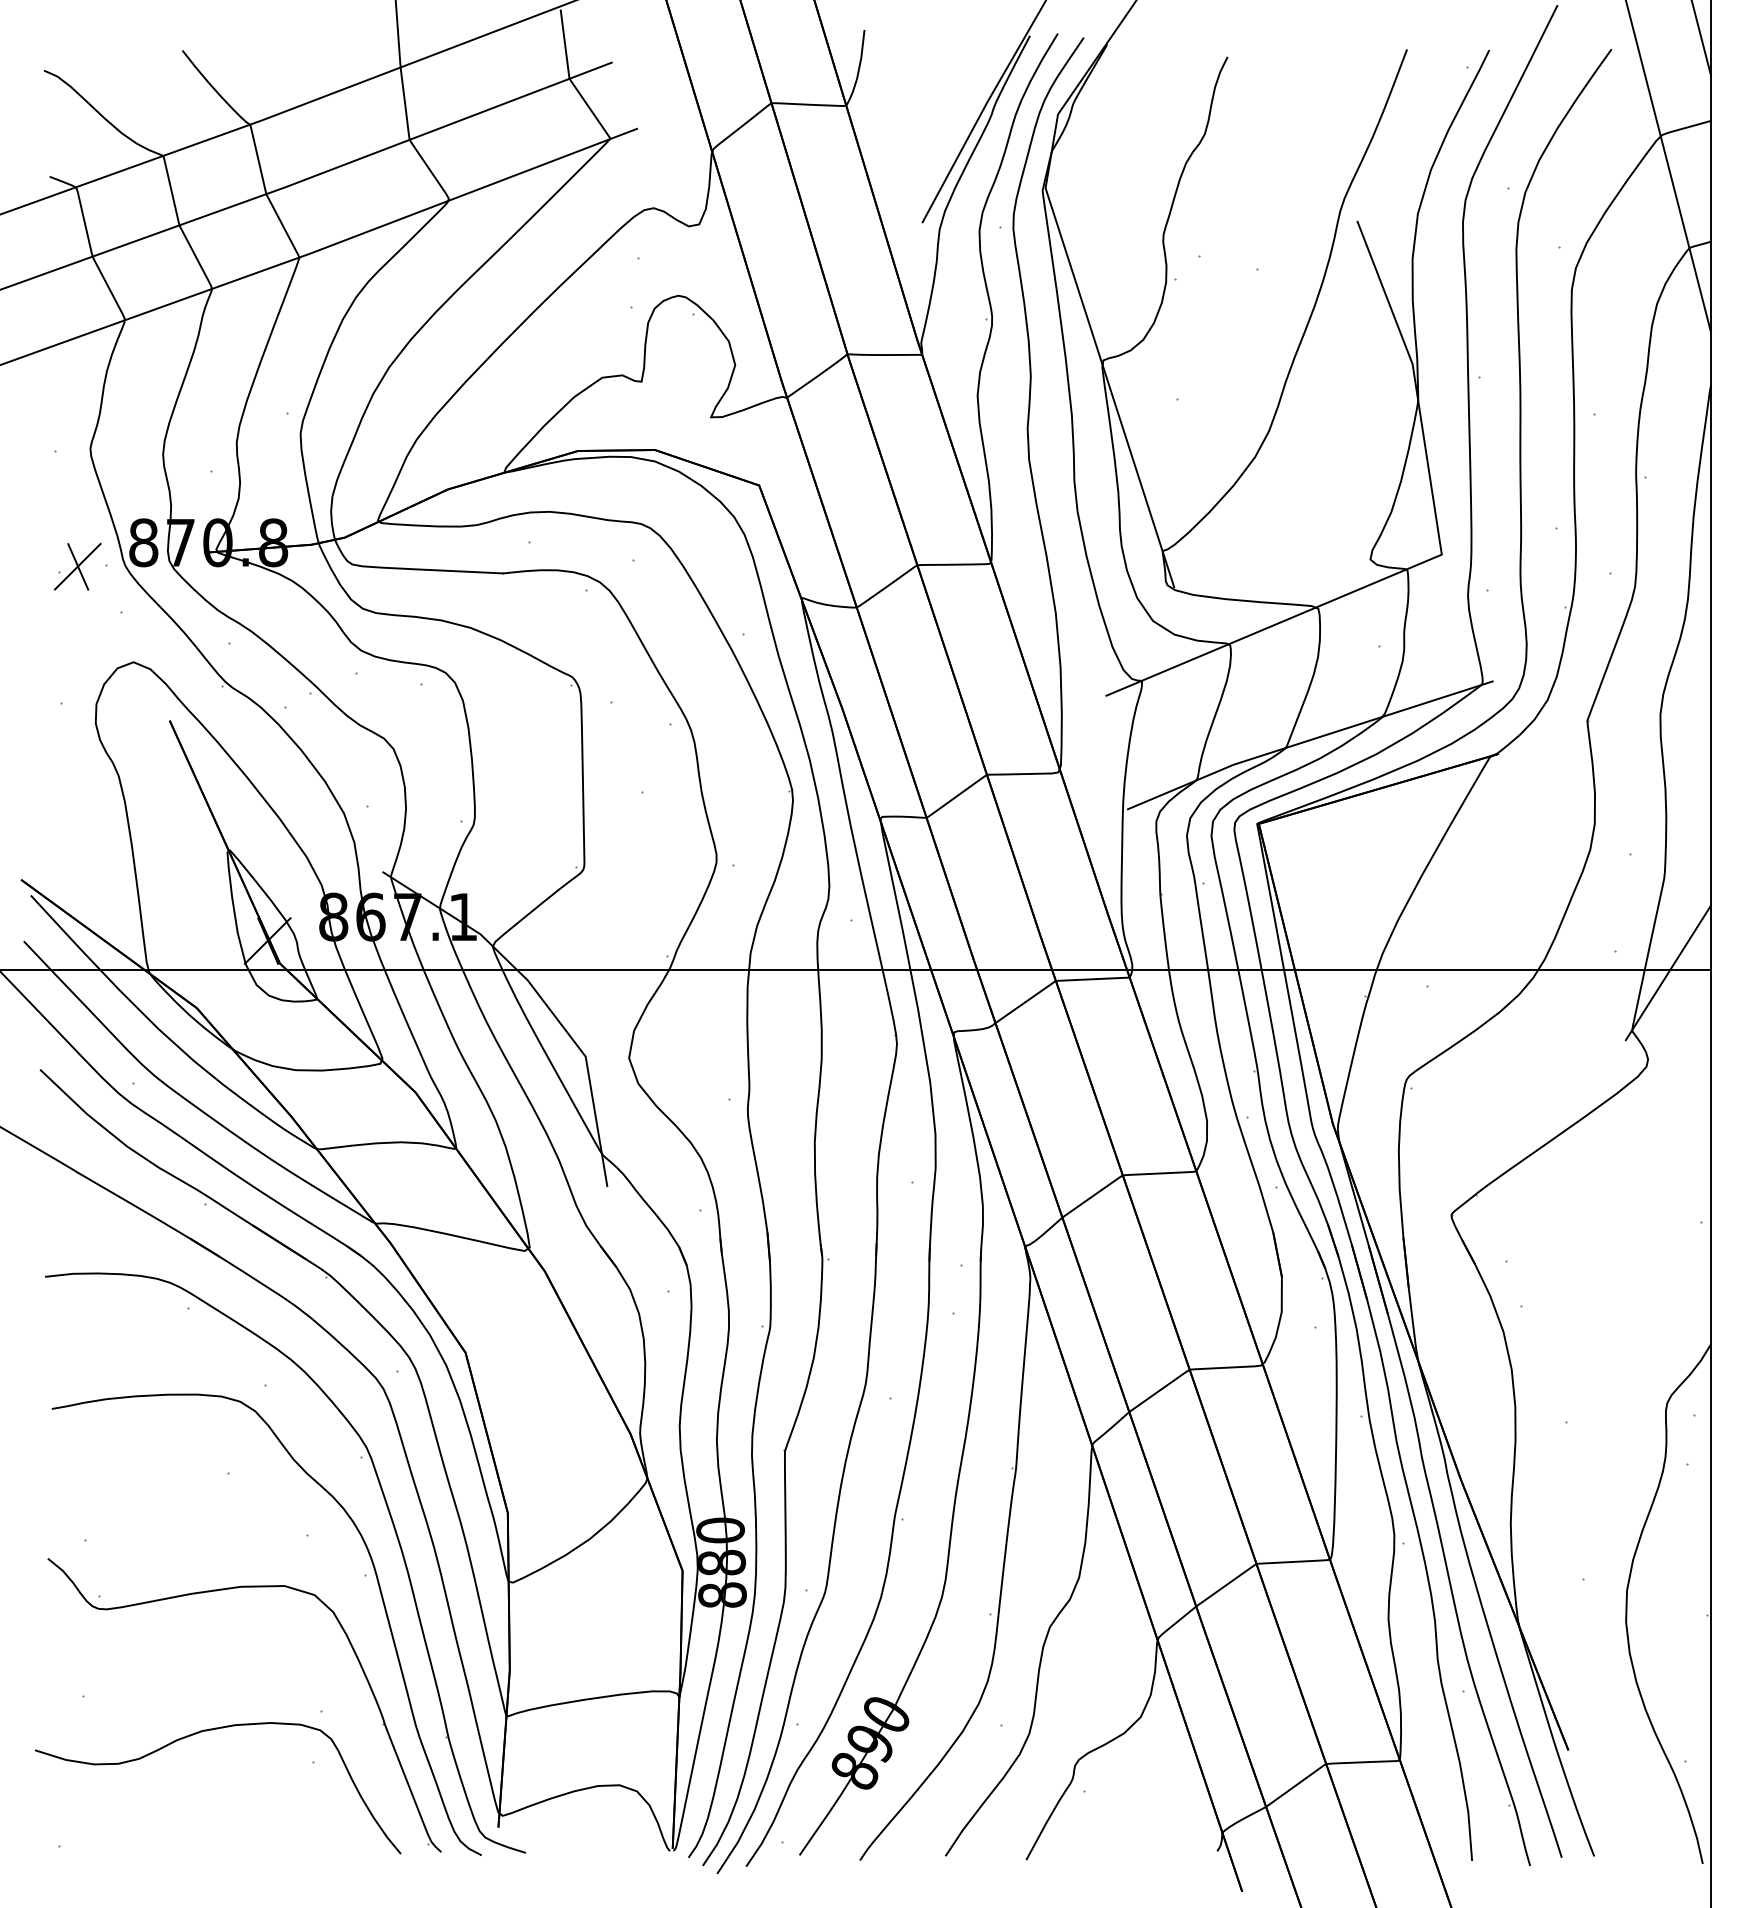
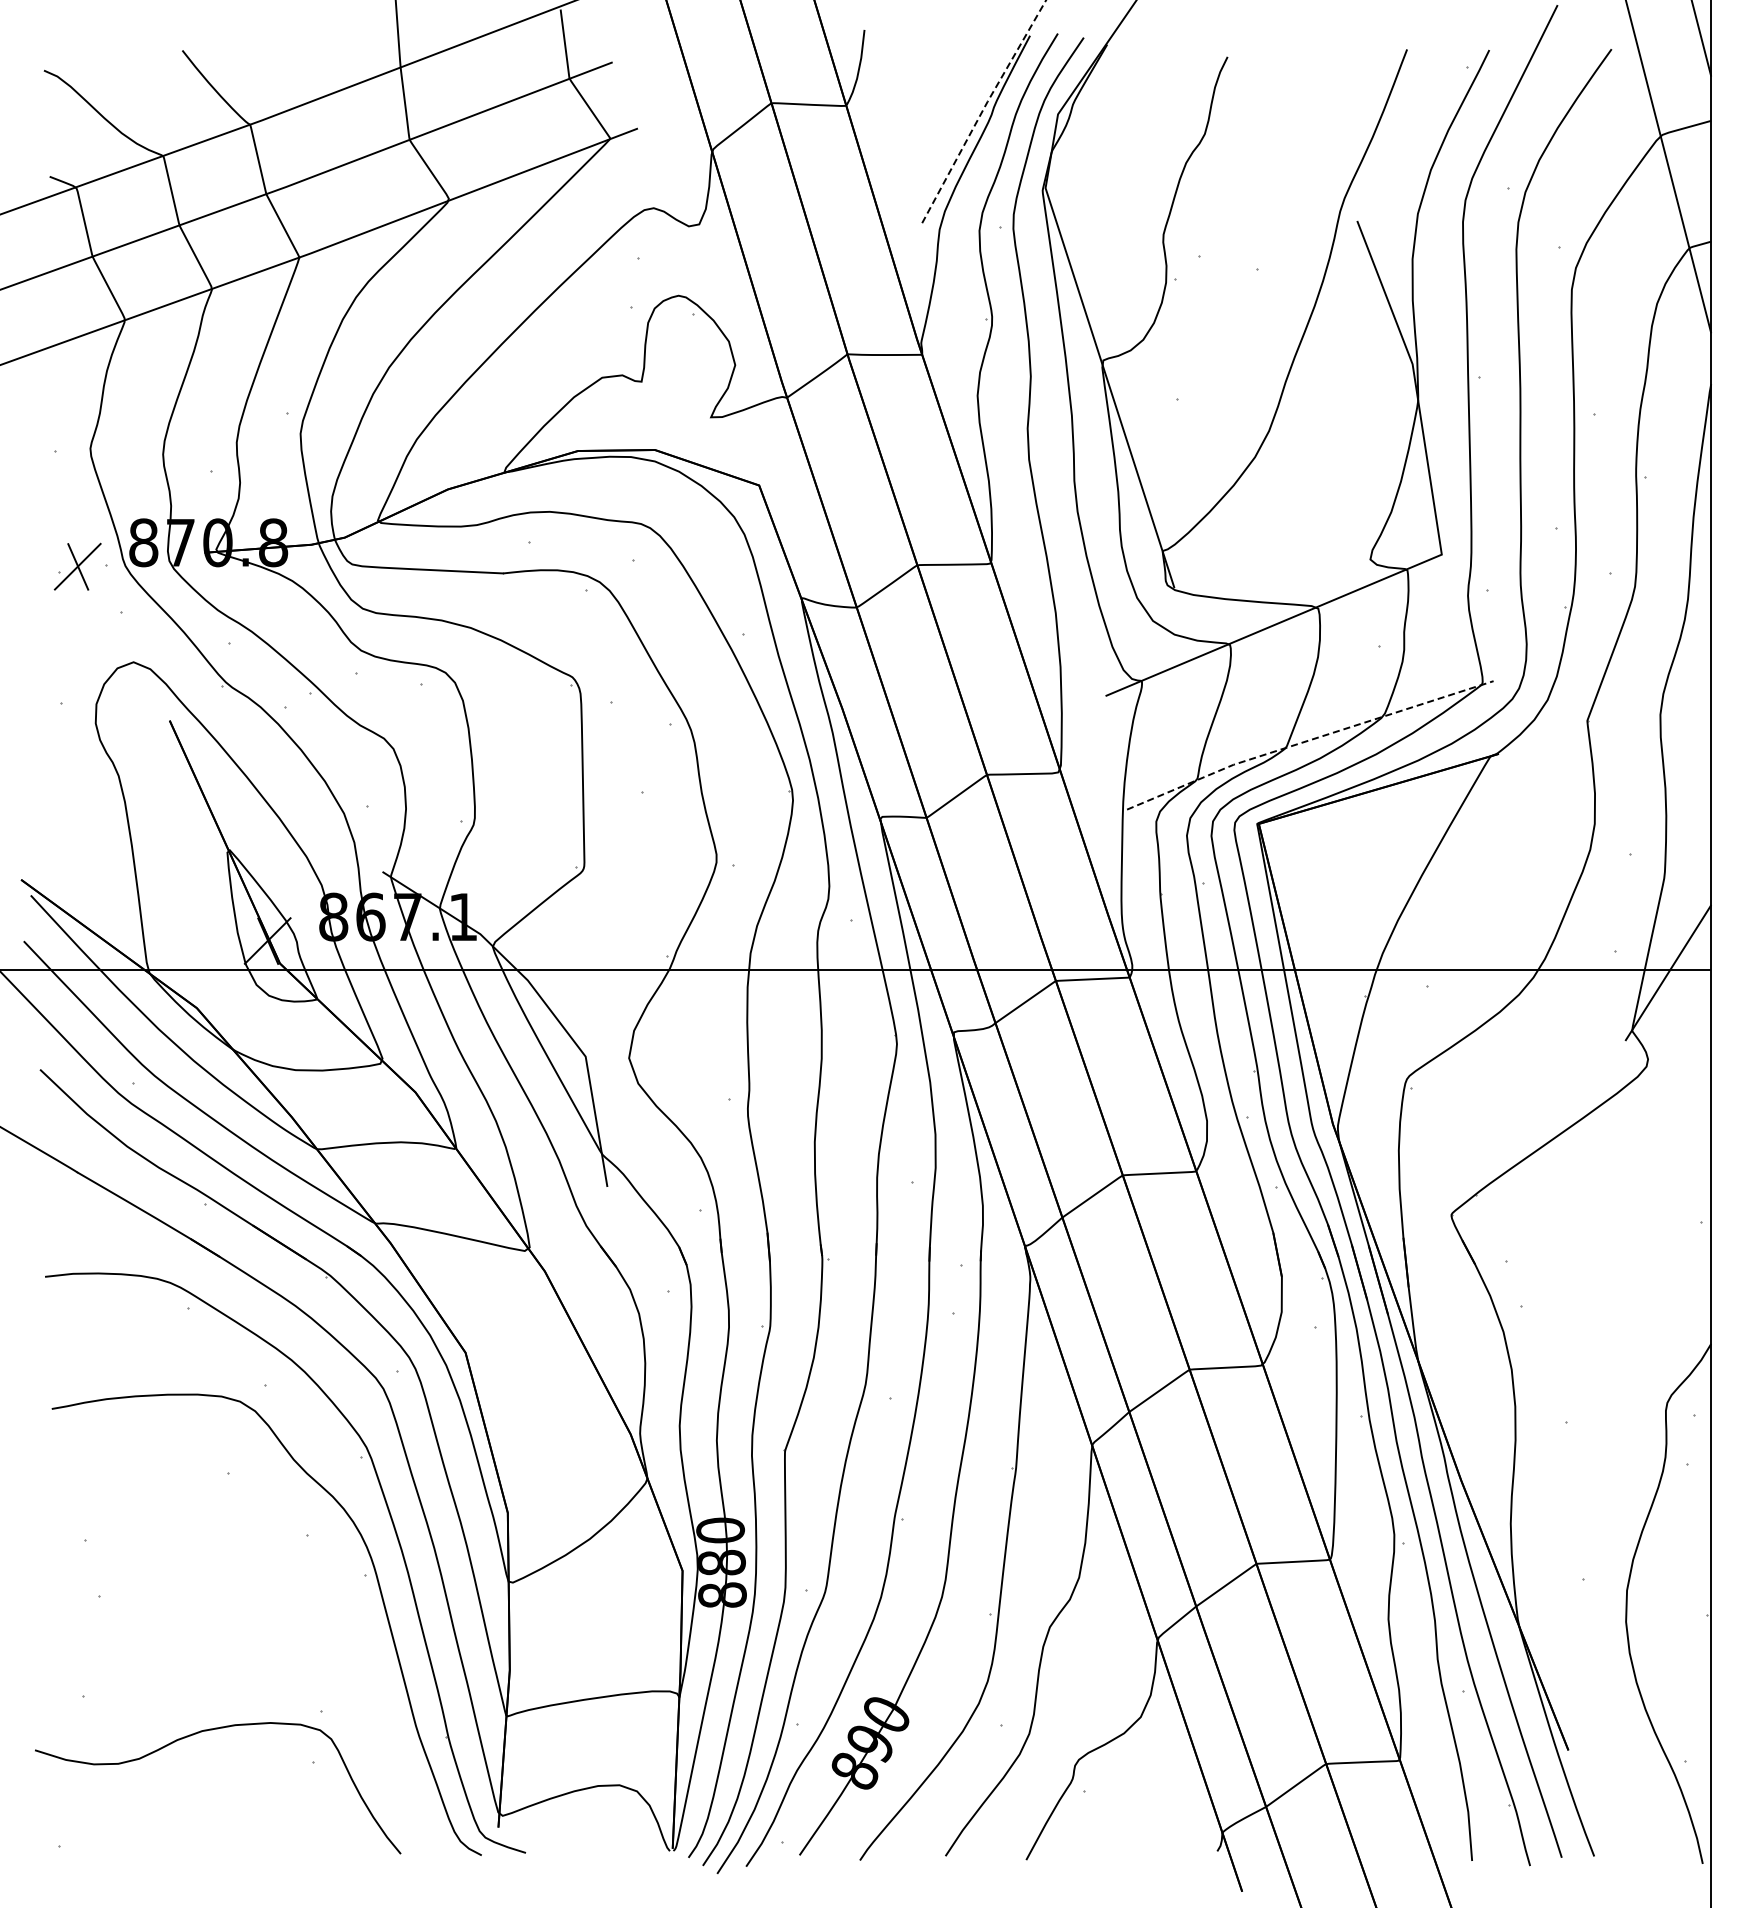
line at (983, 109): solid -> dashed
line at (1308, 740): solid -> dashed
part at (230, 1589): present -> none
